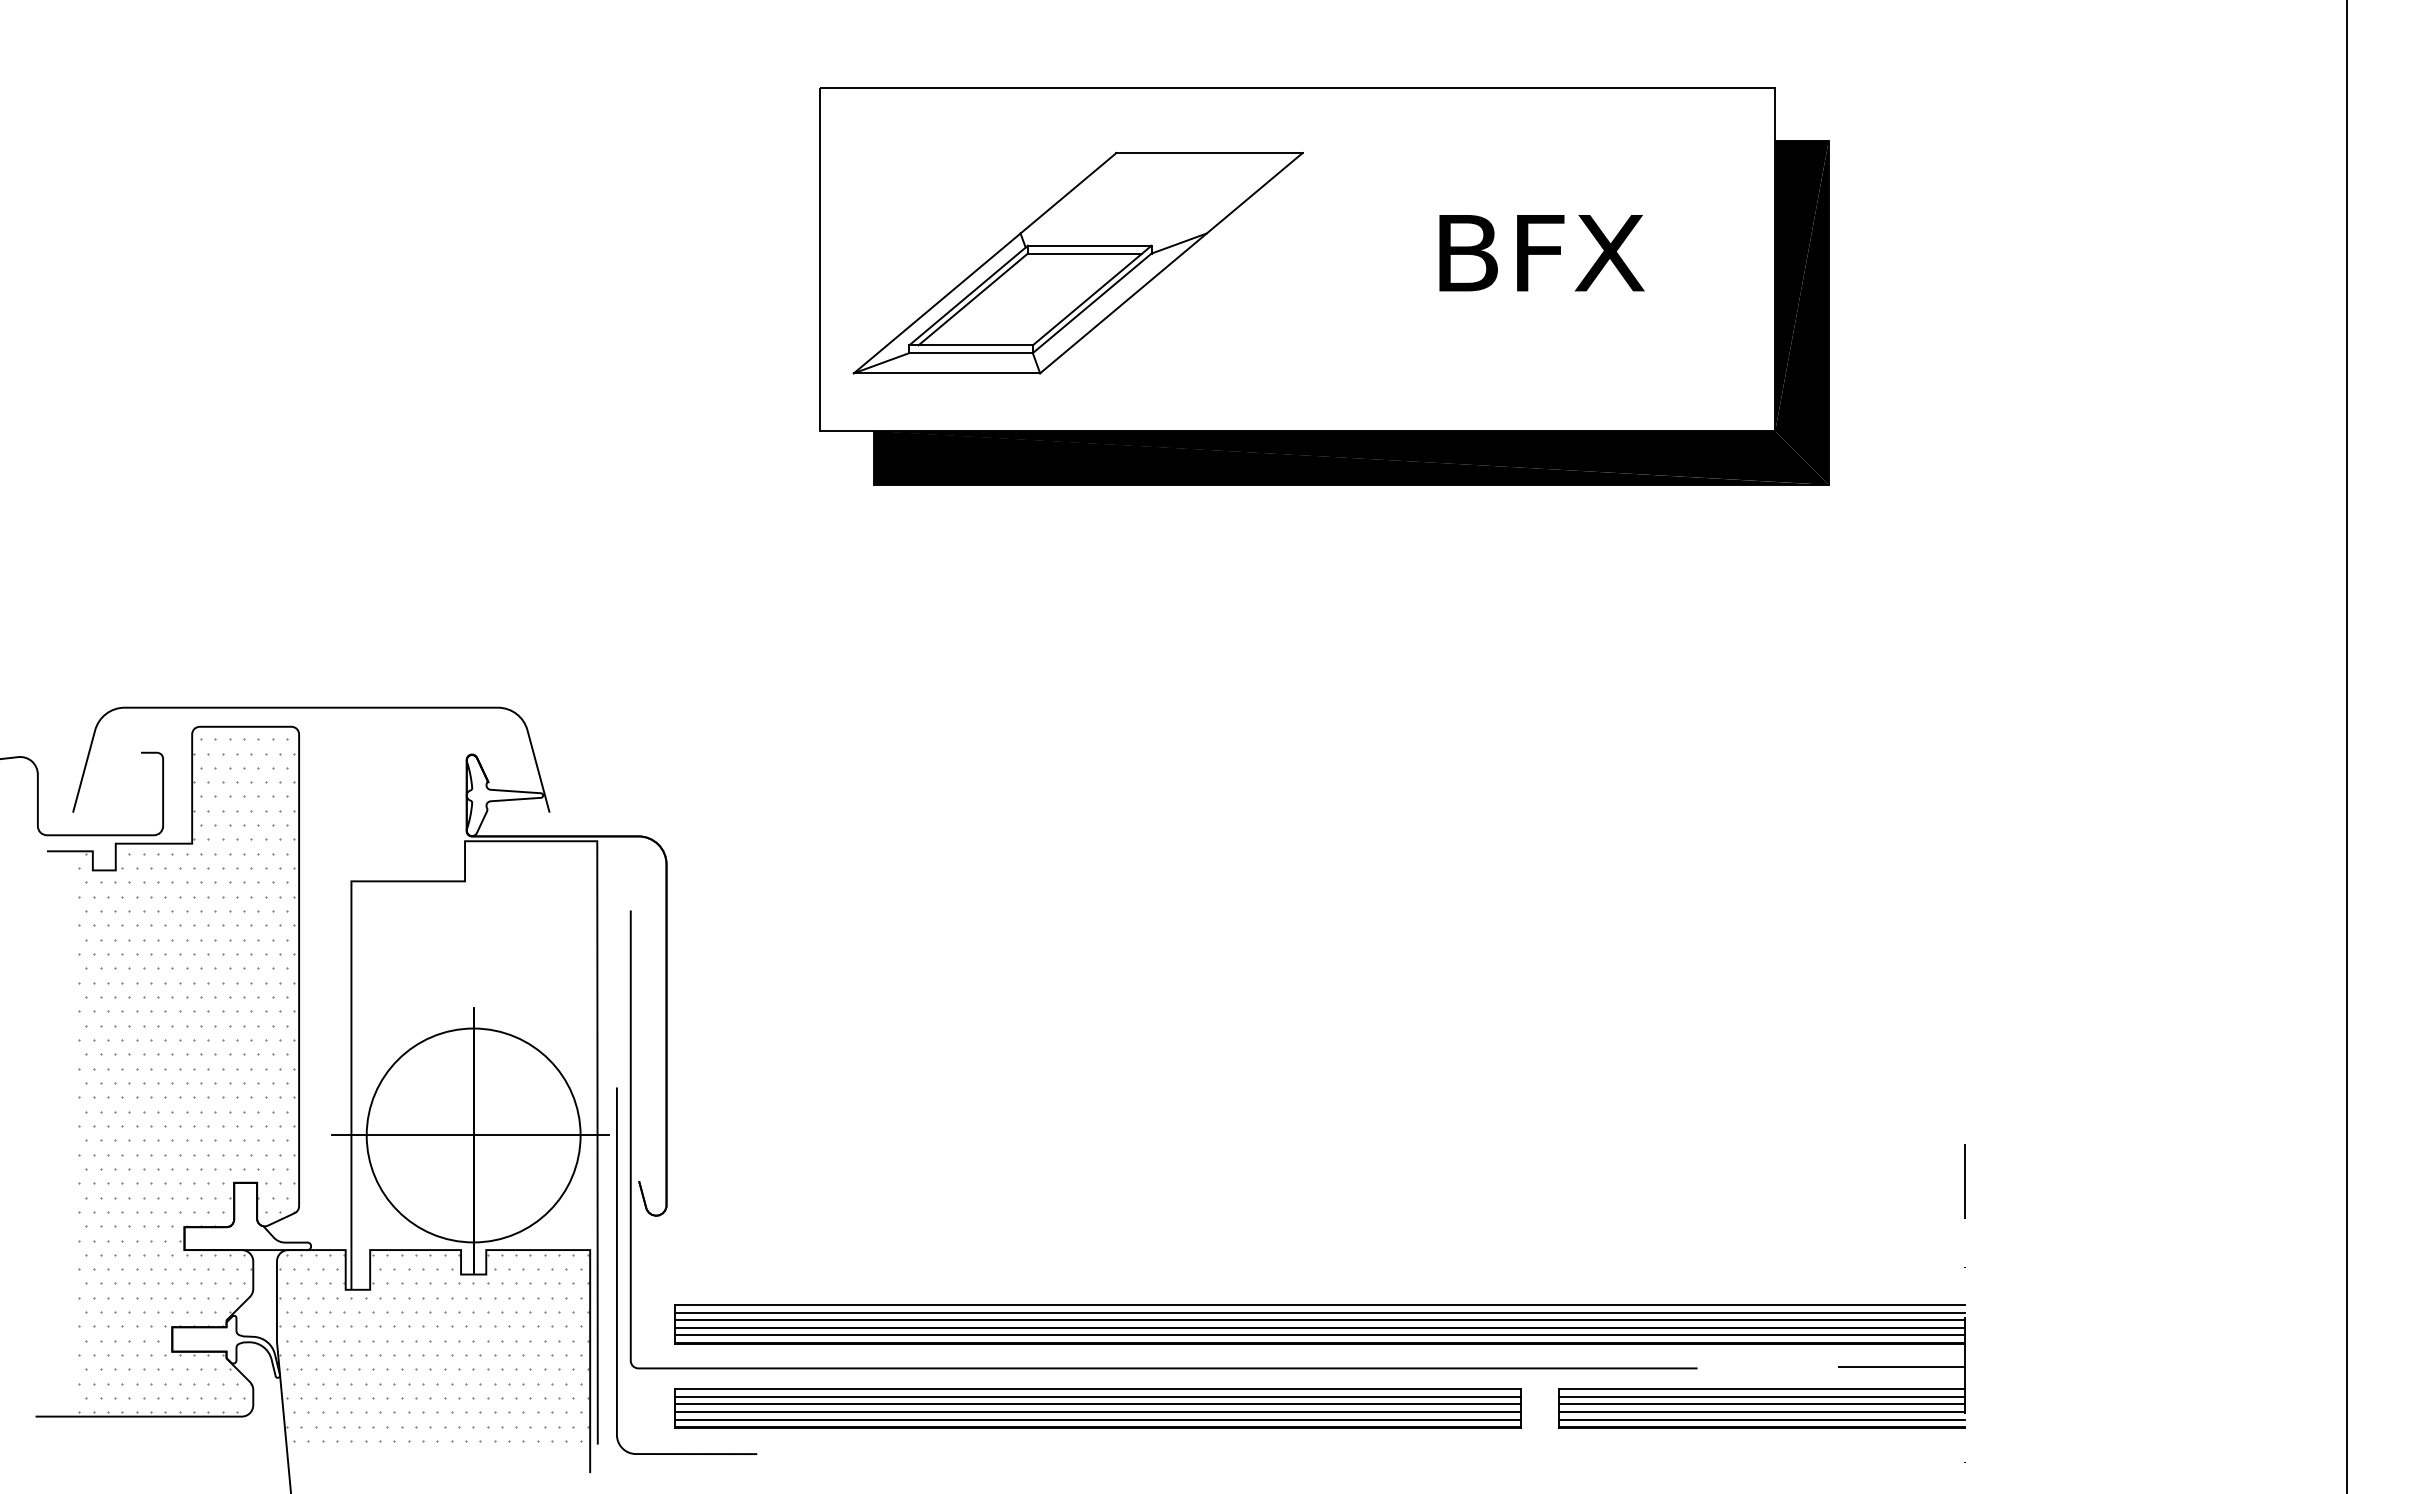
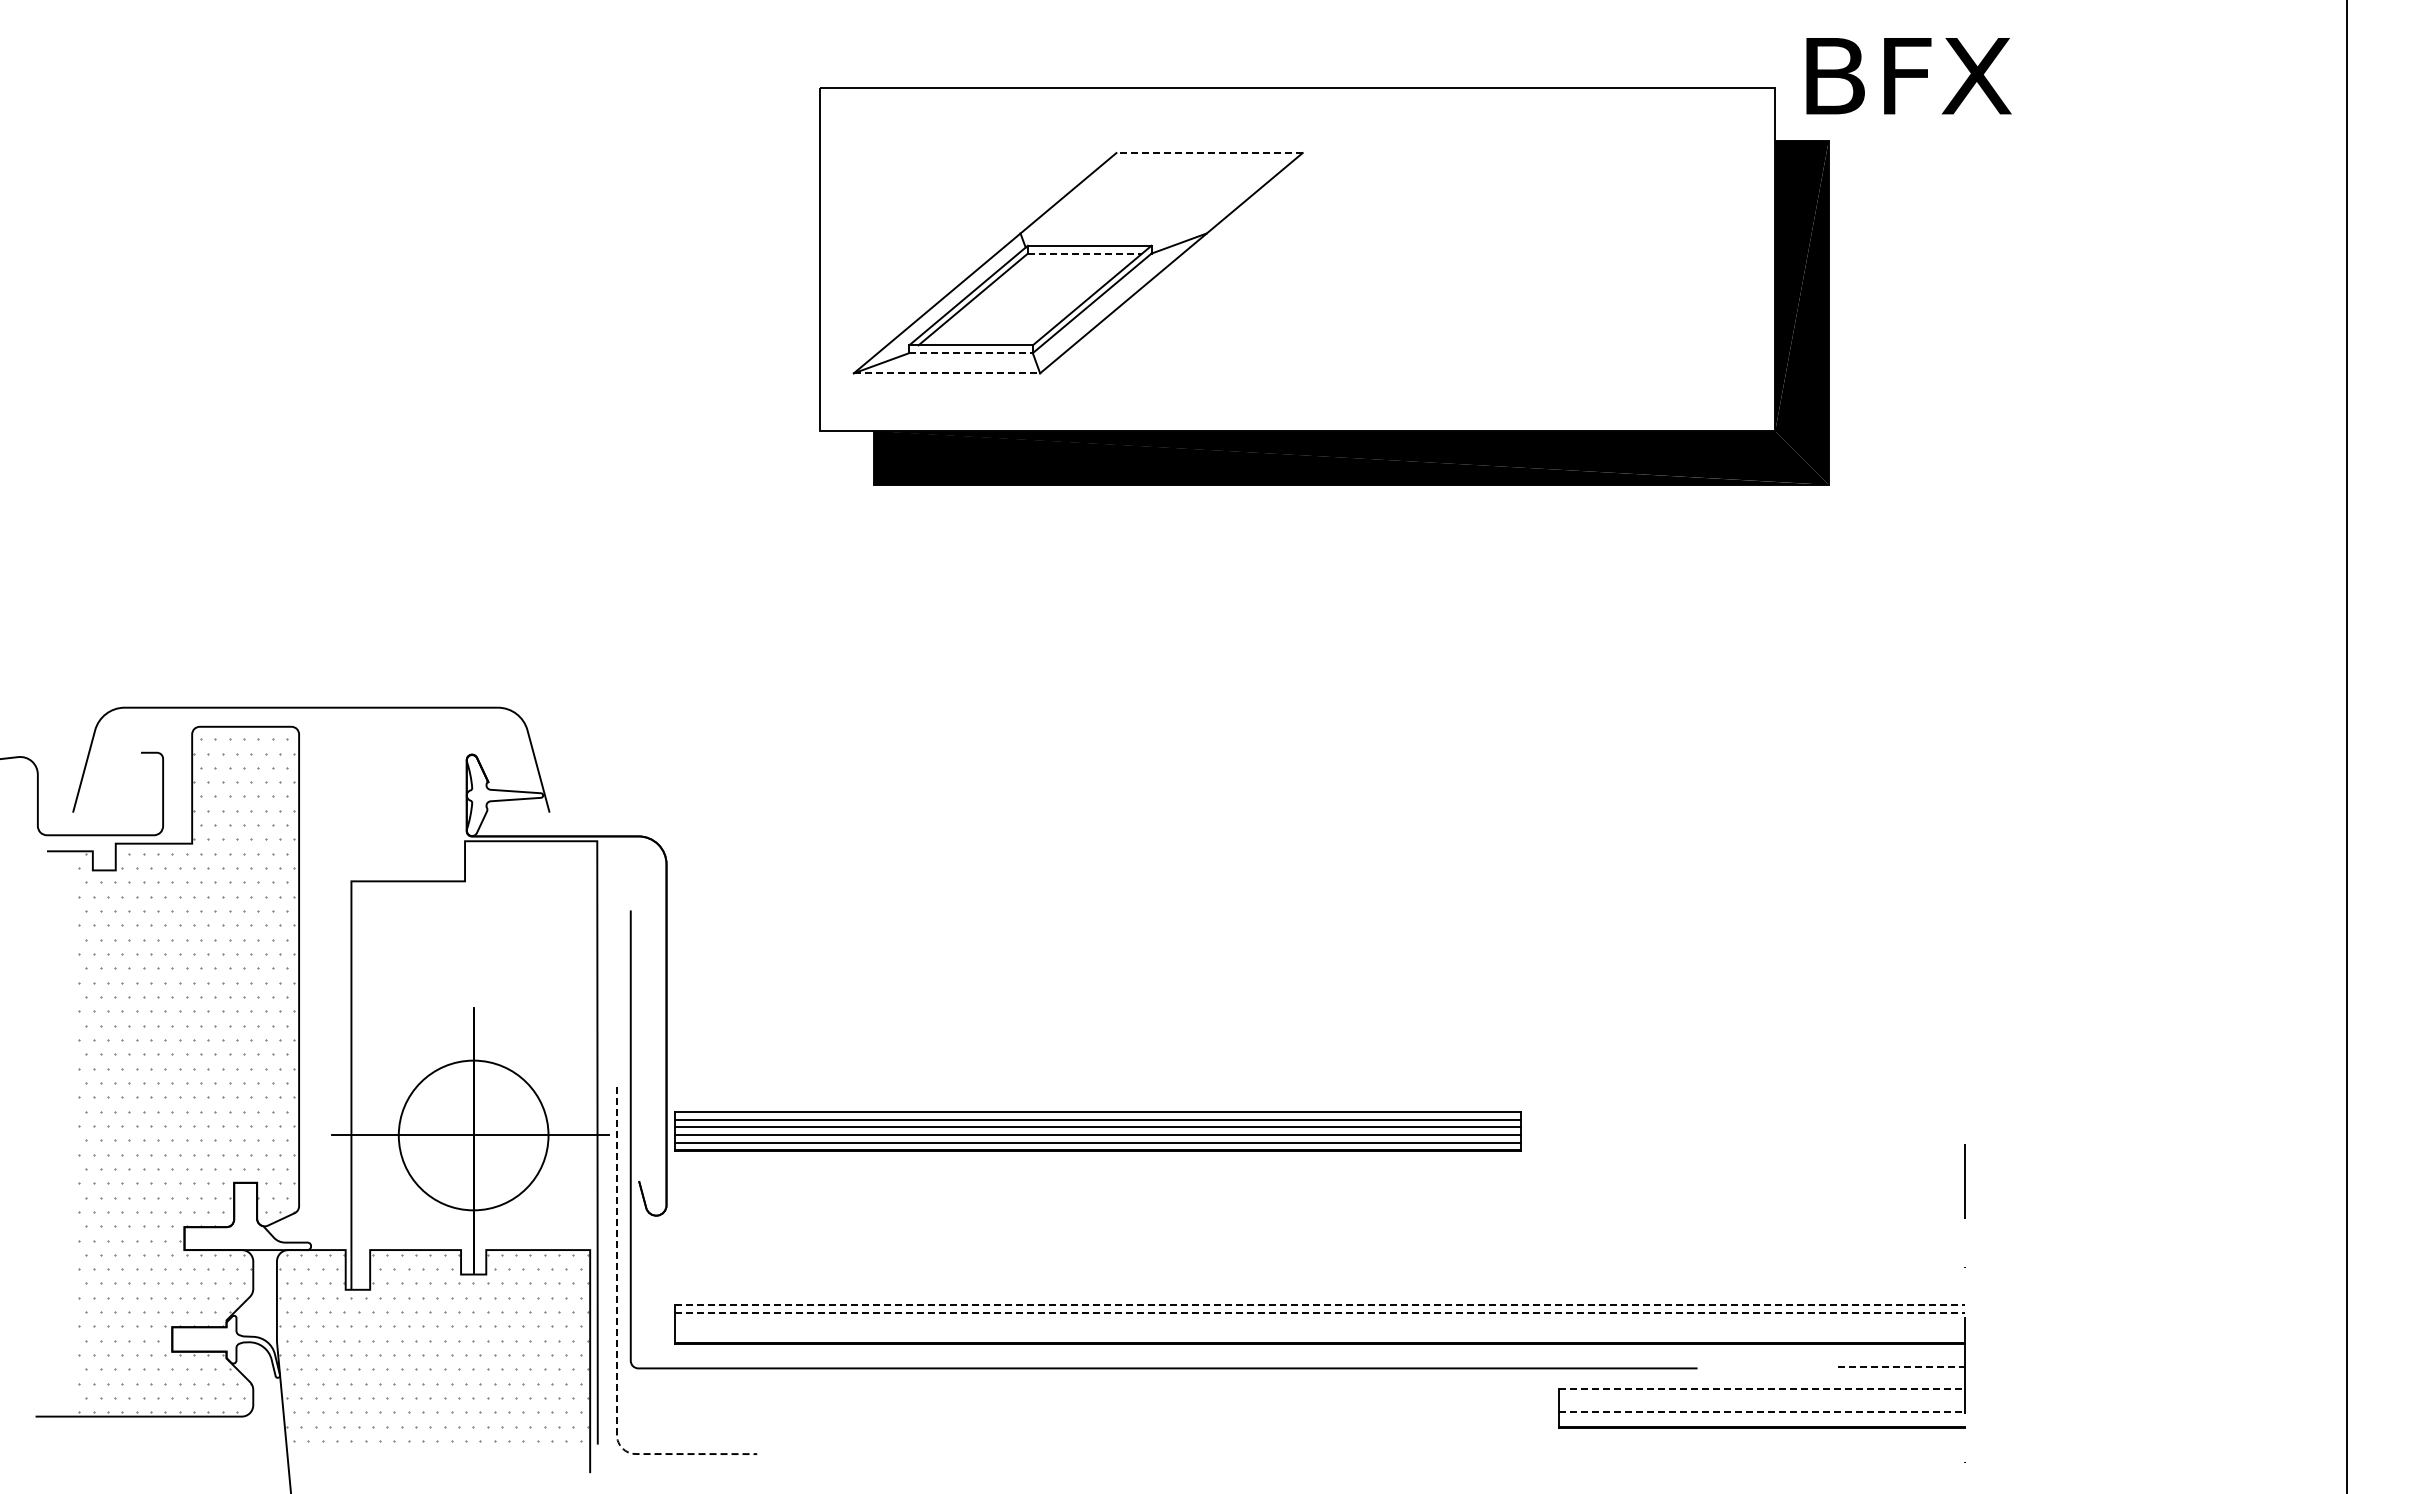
line at (1209, 153): solid -> dashed
line at (1085, 253): solid -> dashed
text at (1541, 253) position: (1541, 253) -> (1908, 76)
line at (971, 353): solid -> dashed
line at (947, 373): solid -> dashed
circle at (473, 1135) diameter: 214 px -> 150 px
line at (1320, 1305): solid -> dashed
line at (1320, 1312): solid -> dashed
line at (1320, 1320): present -> none
line at (1320, 1327): present -> none
line at (1320, 1335): present -> none
line at (616, 1343): solid -> dashed
line at (1901, 1366): solid -> dashed
line at (1762, 1389): solid -> dashed
line at (1761, 1396): present -> none
line at (1761, 1404): present -> none
part at (1097, 1408) position: (1097, 1408) -> (1097, 1131)
line at (1762, 1411): solid -> dashed
line at (1761, 1419): present -> none
